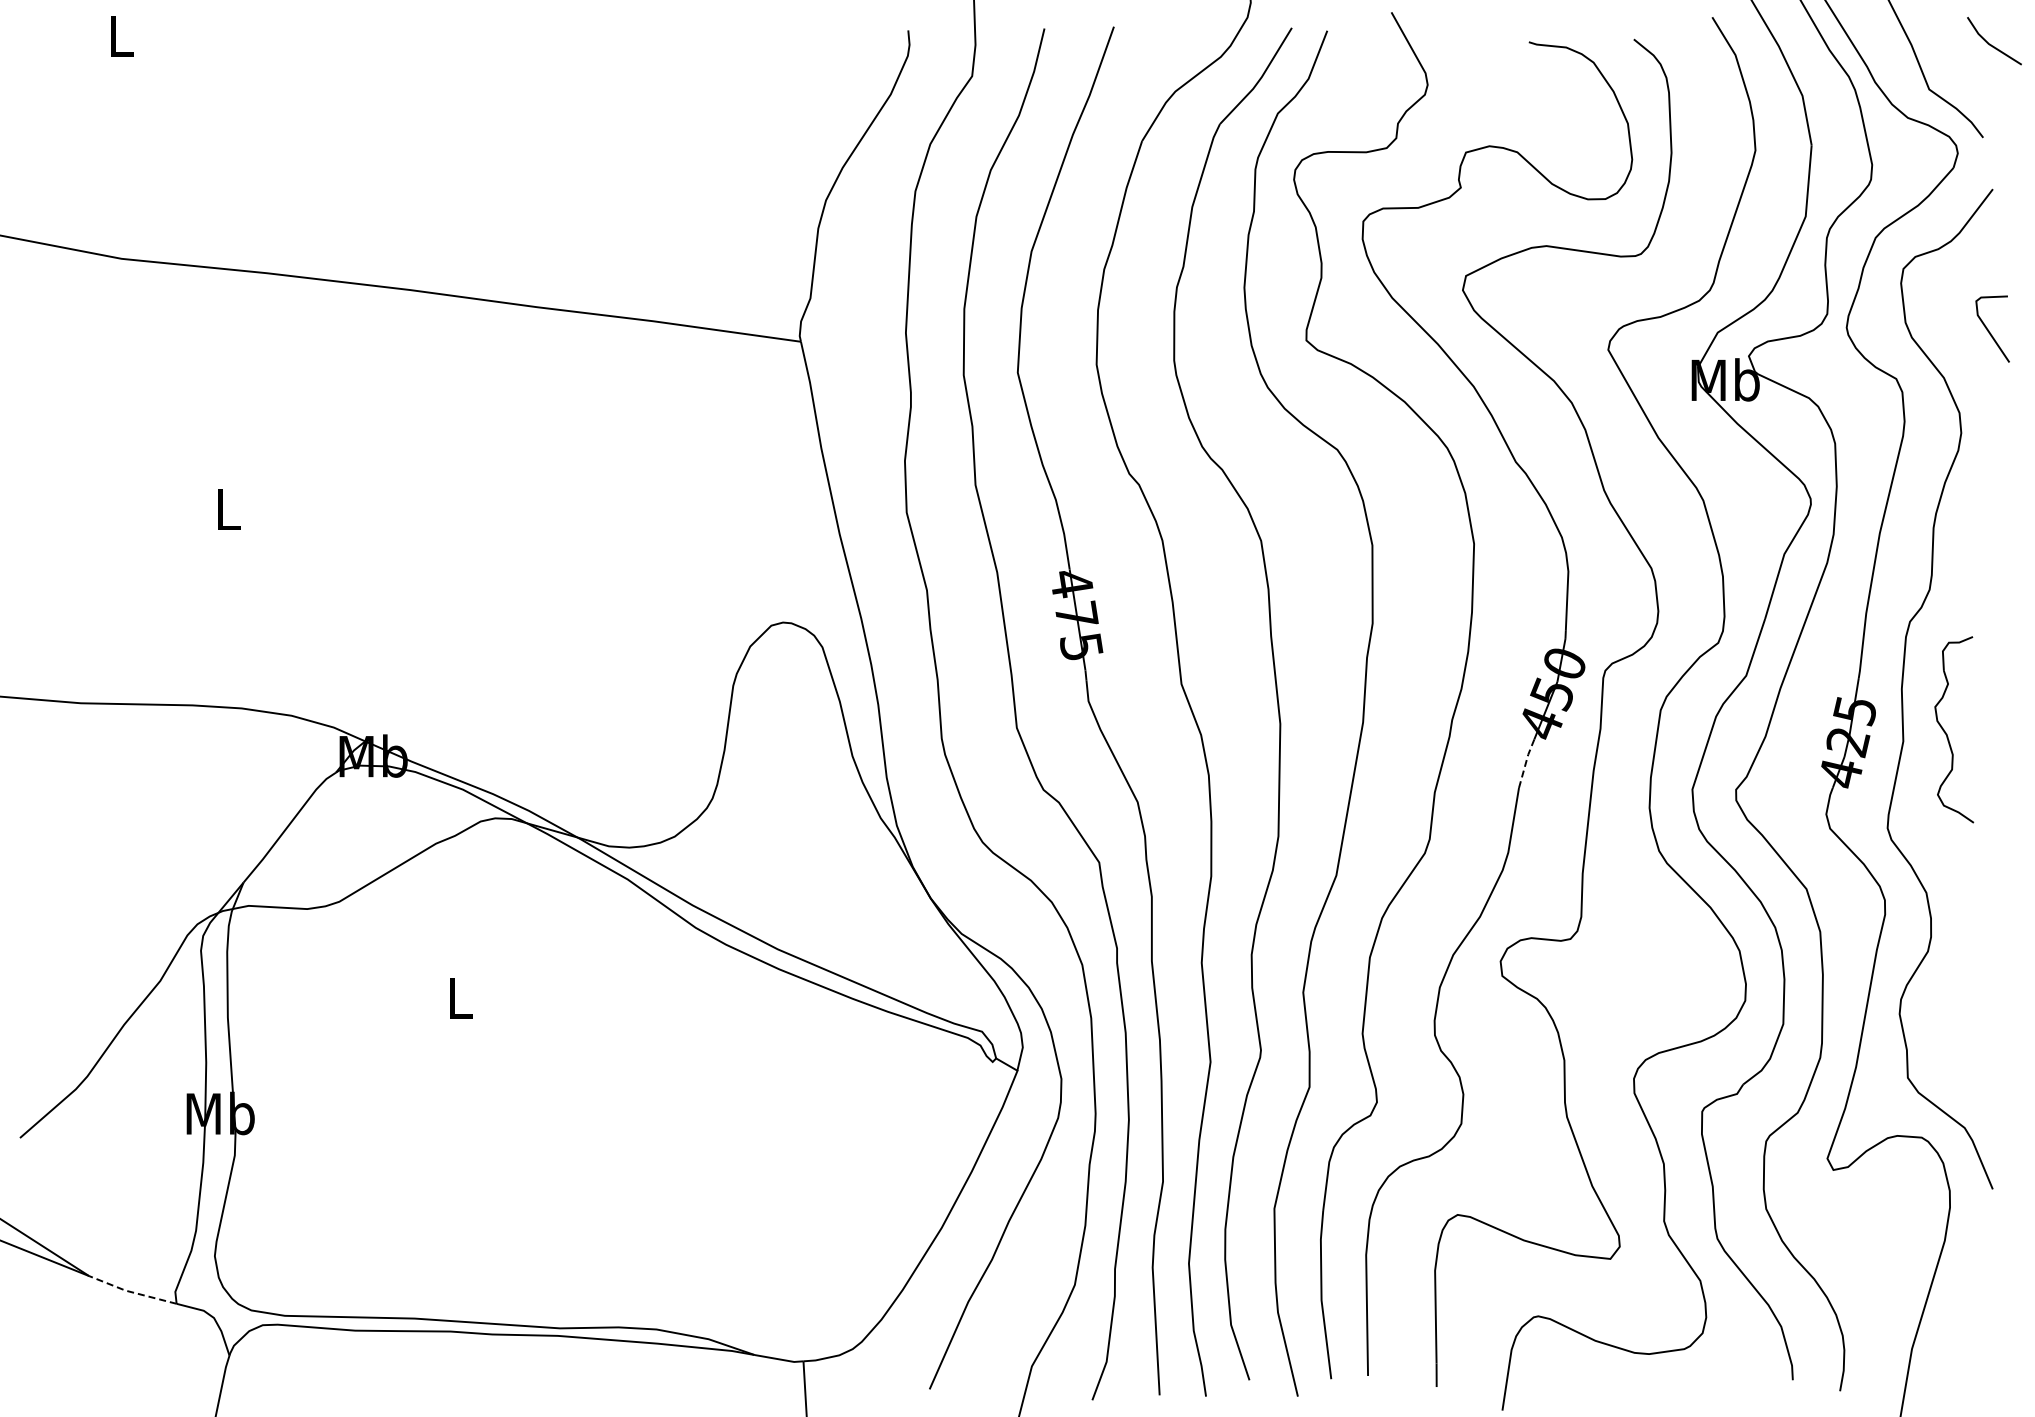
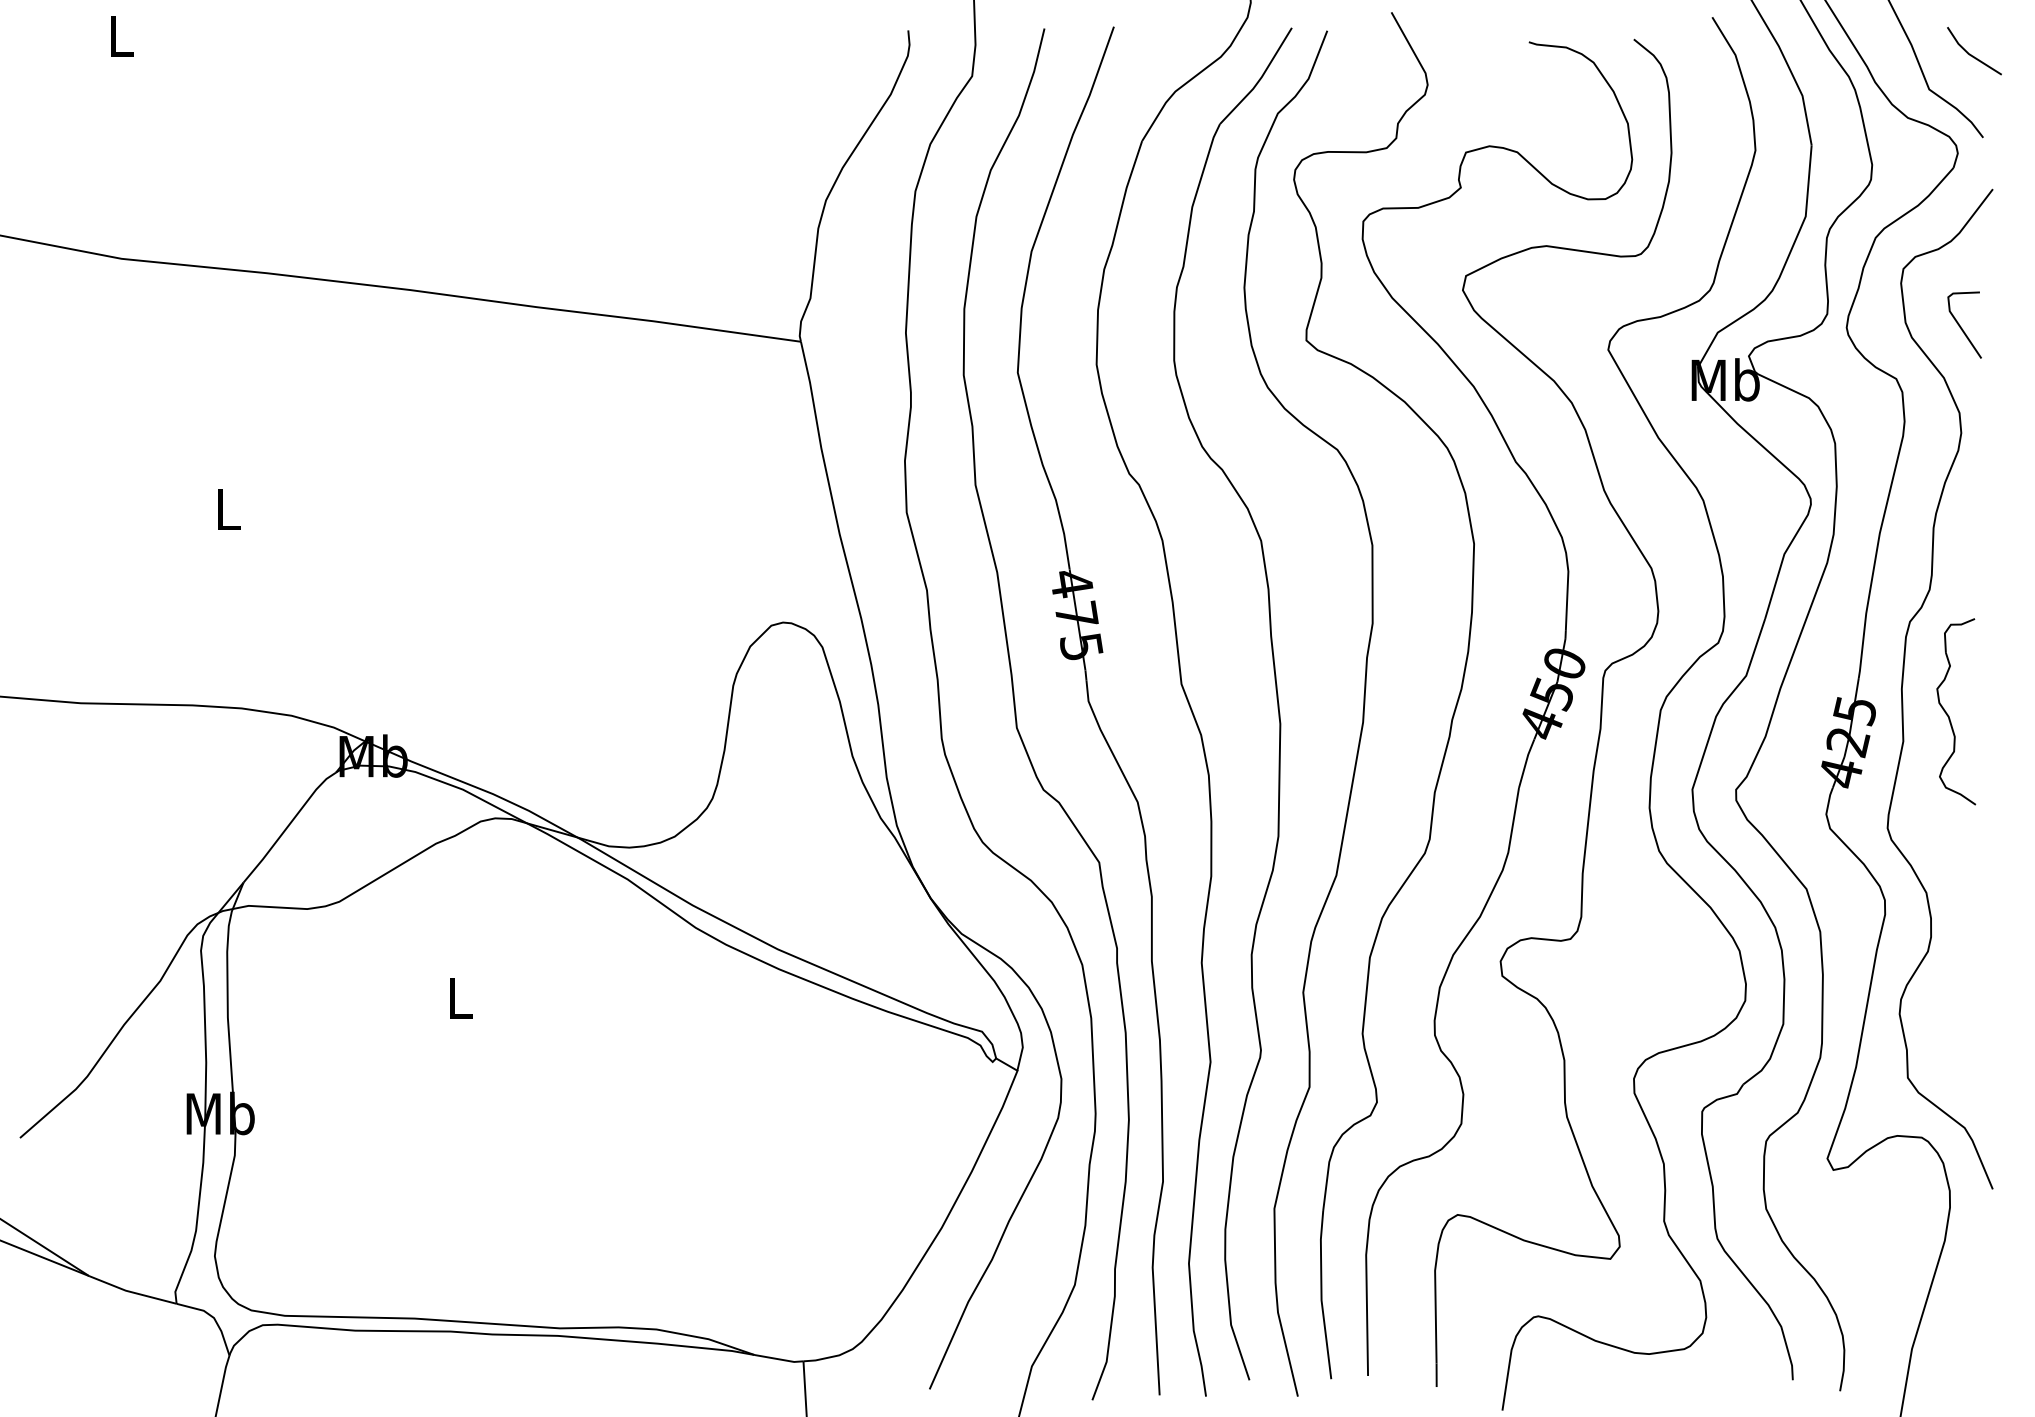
line at (1993, 45) position: (1993, 45) -> (1973, 55)
line at (1989, 330) position: (1989, 330) -> (1961, 326)
part at (1946, 732) position: (1946, 732) -> (1948, 714)
line at (1525, 763): dashed -> solid
line at (131, 1292): dashed -> solid
